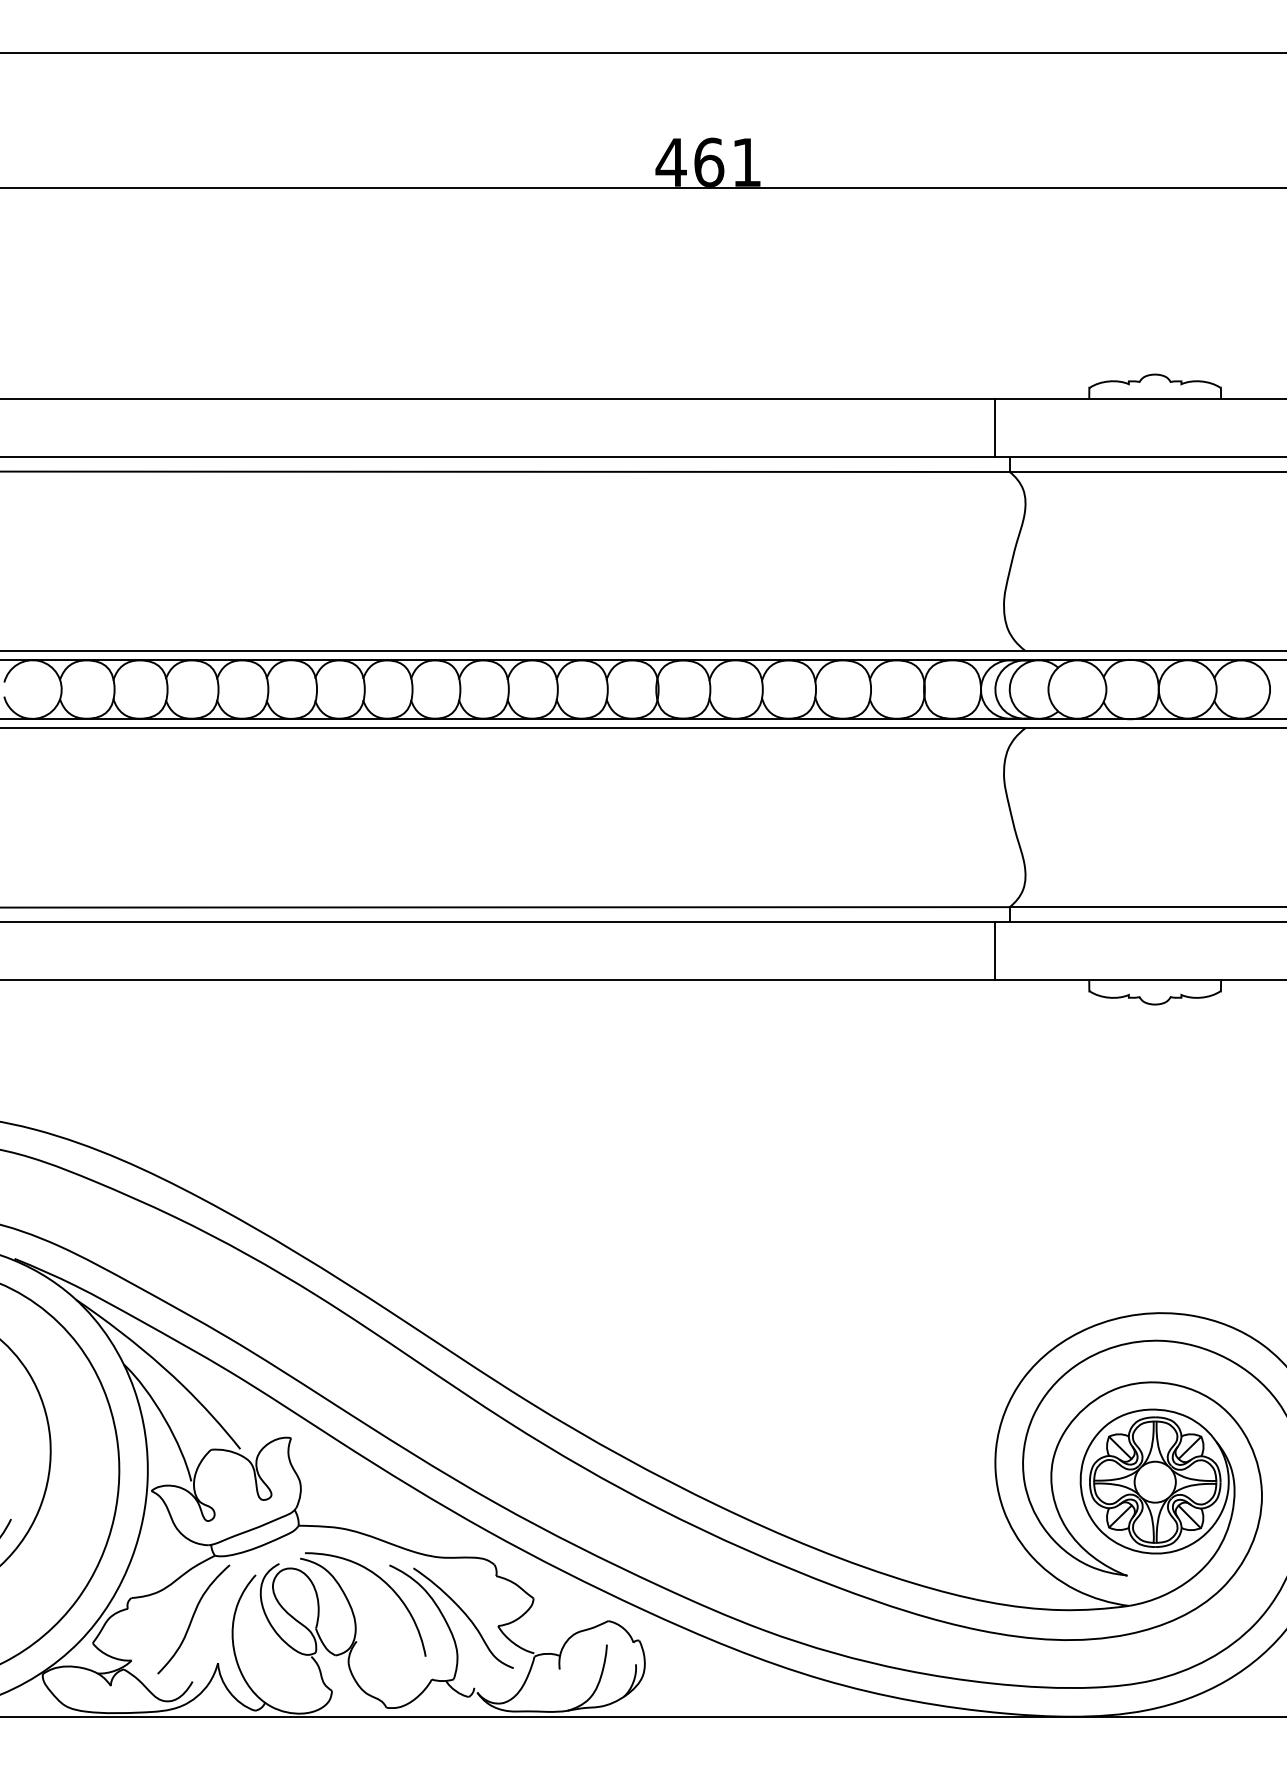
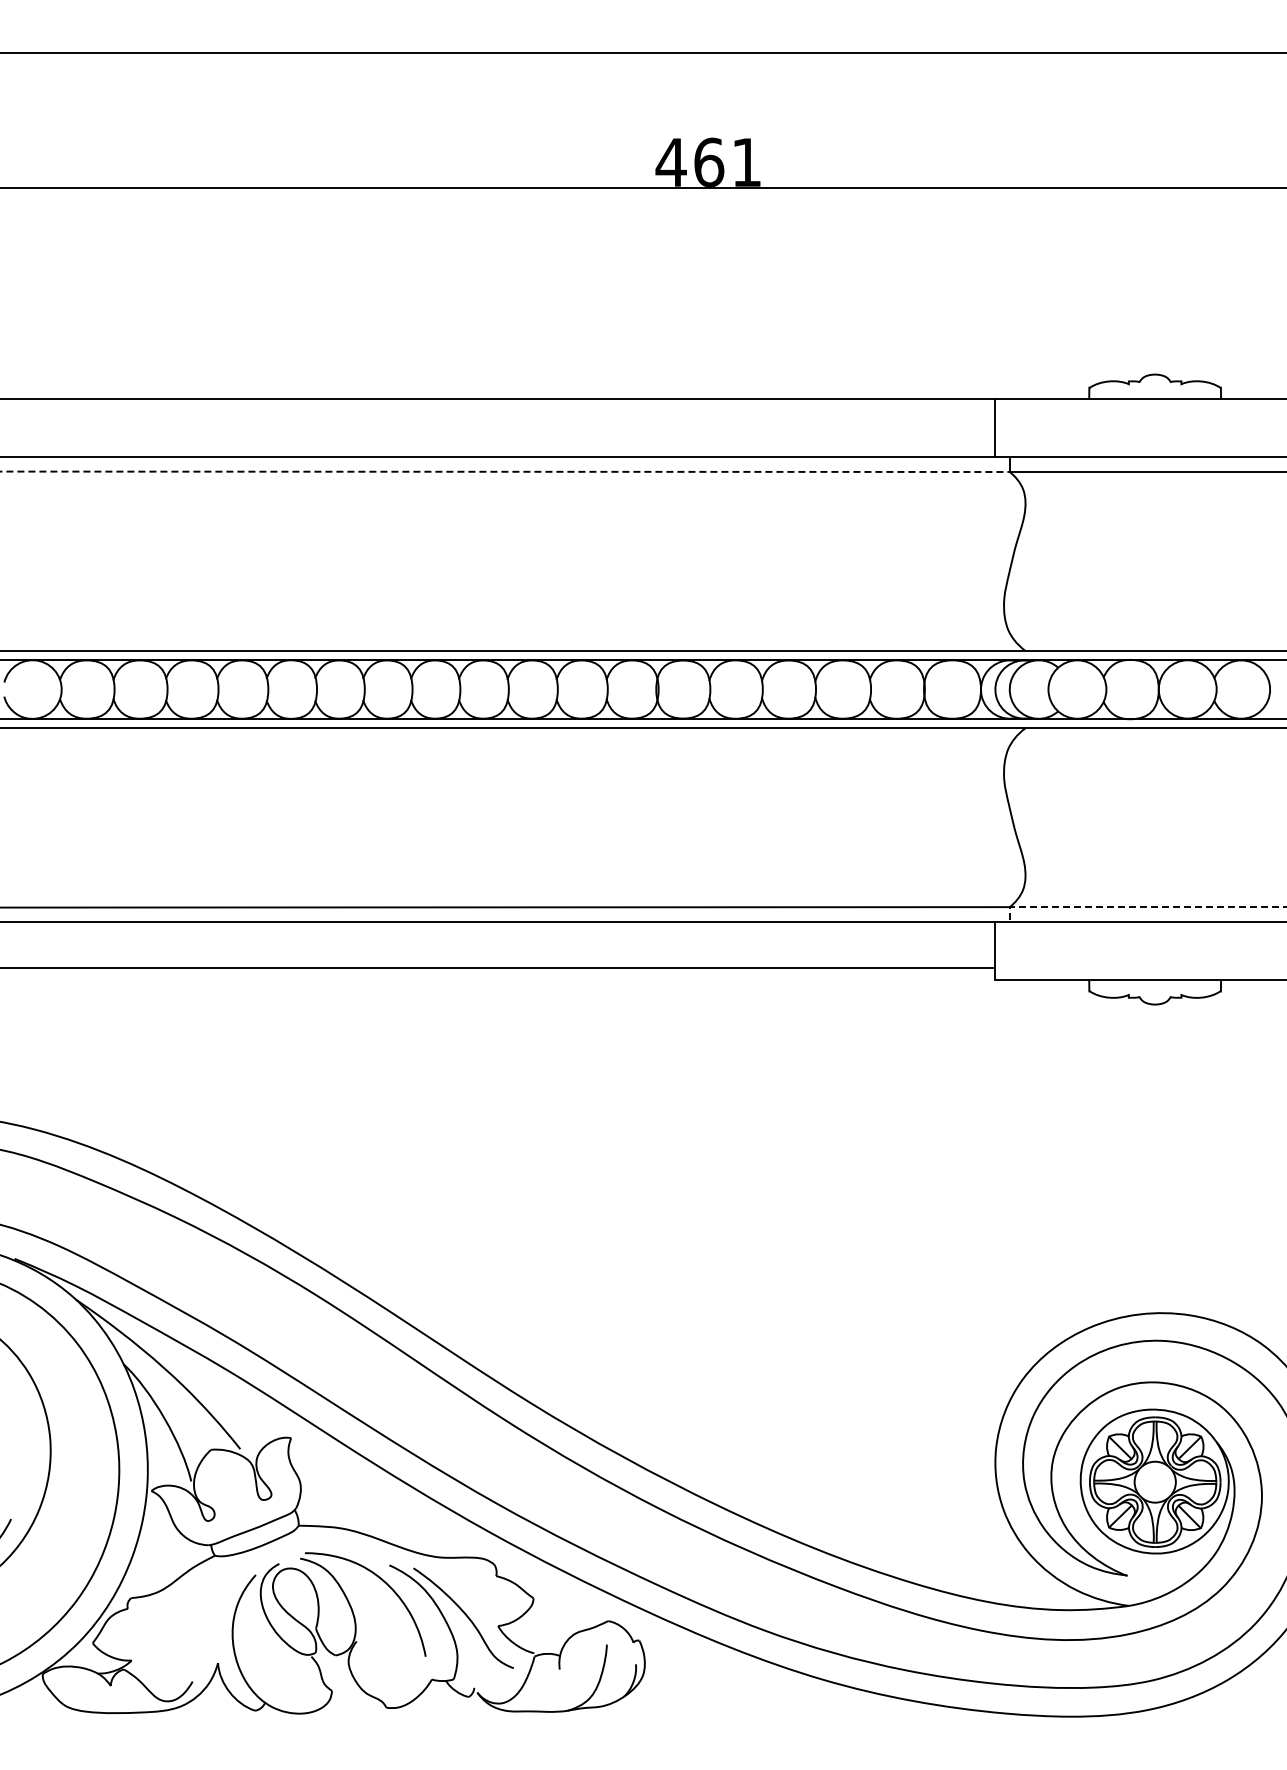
line at (504, 471): solid -> dashed
line at (1139, 907): solid -> dashed
line at (498, 980) position: (498, 980) -> (498, 968)
curve at (193, 1618): present -> none
line at (642, 1716): present -> none
